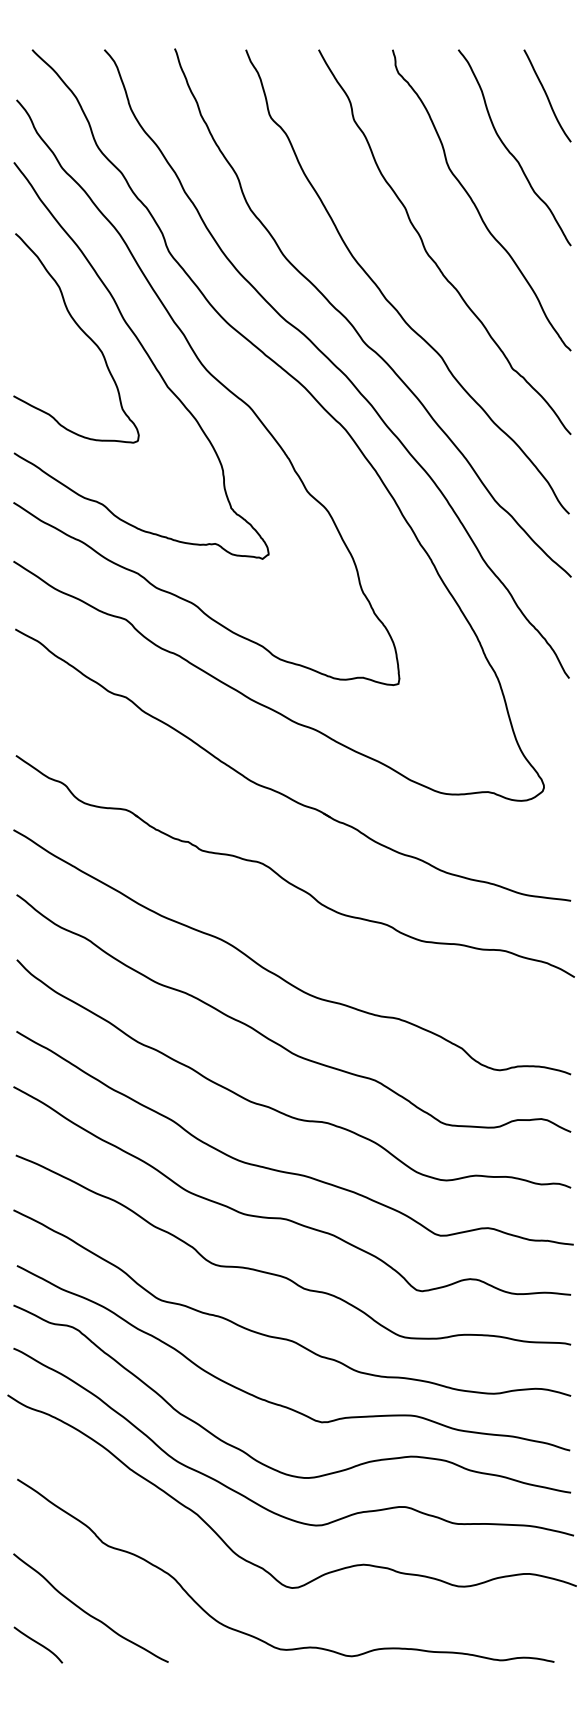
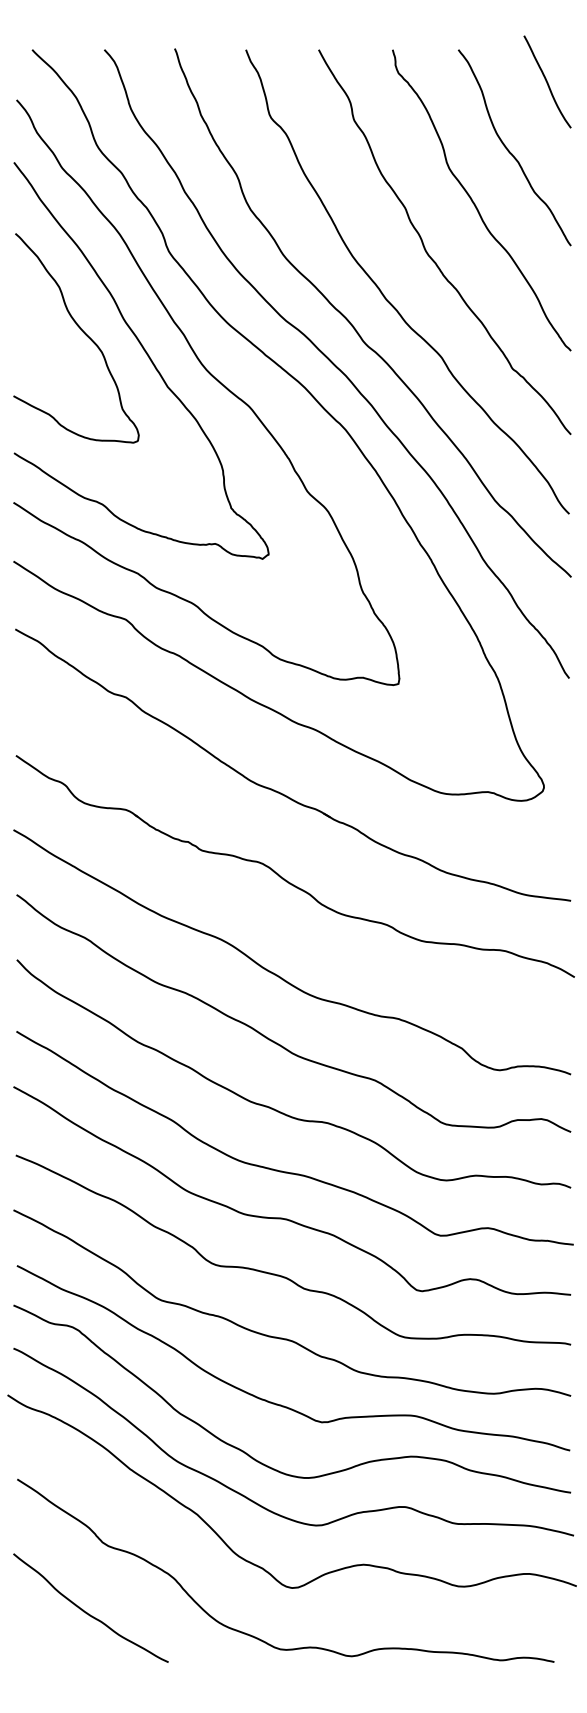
curve at (547, 95) position: (547, 95) -> (547, 81)
curve at (38, 1644): present -> none
